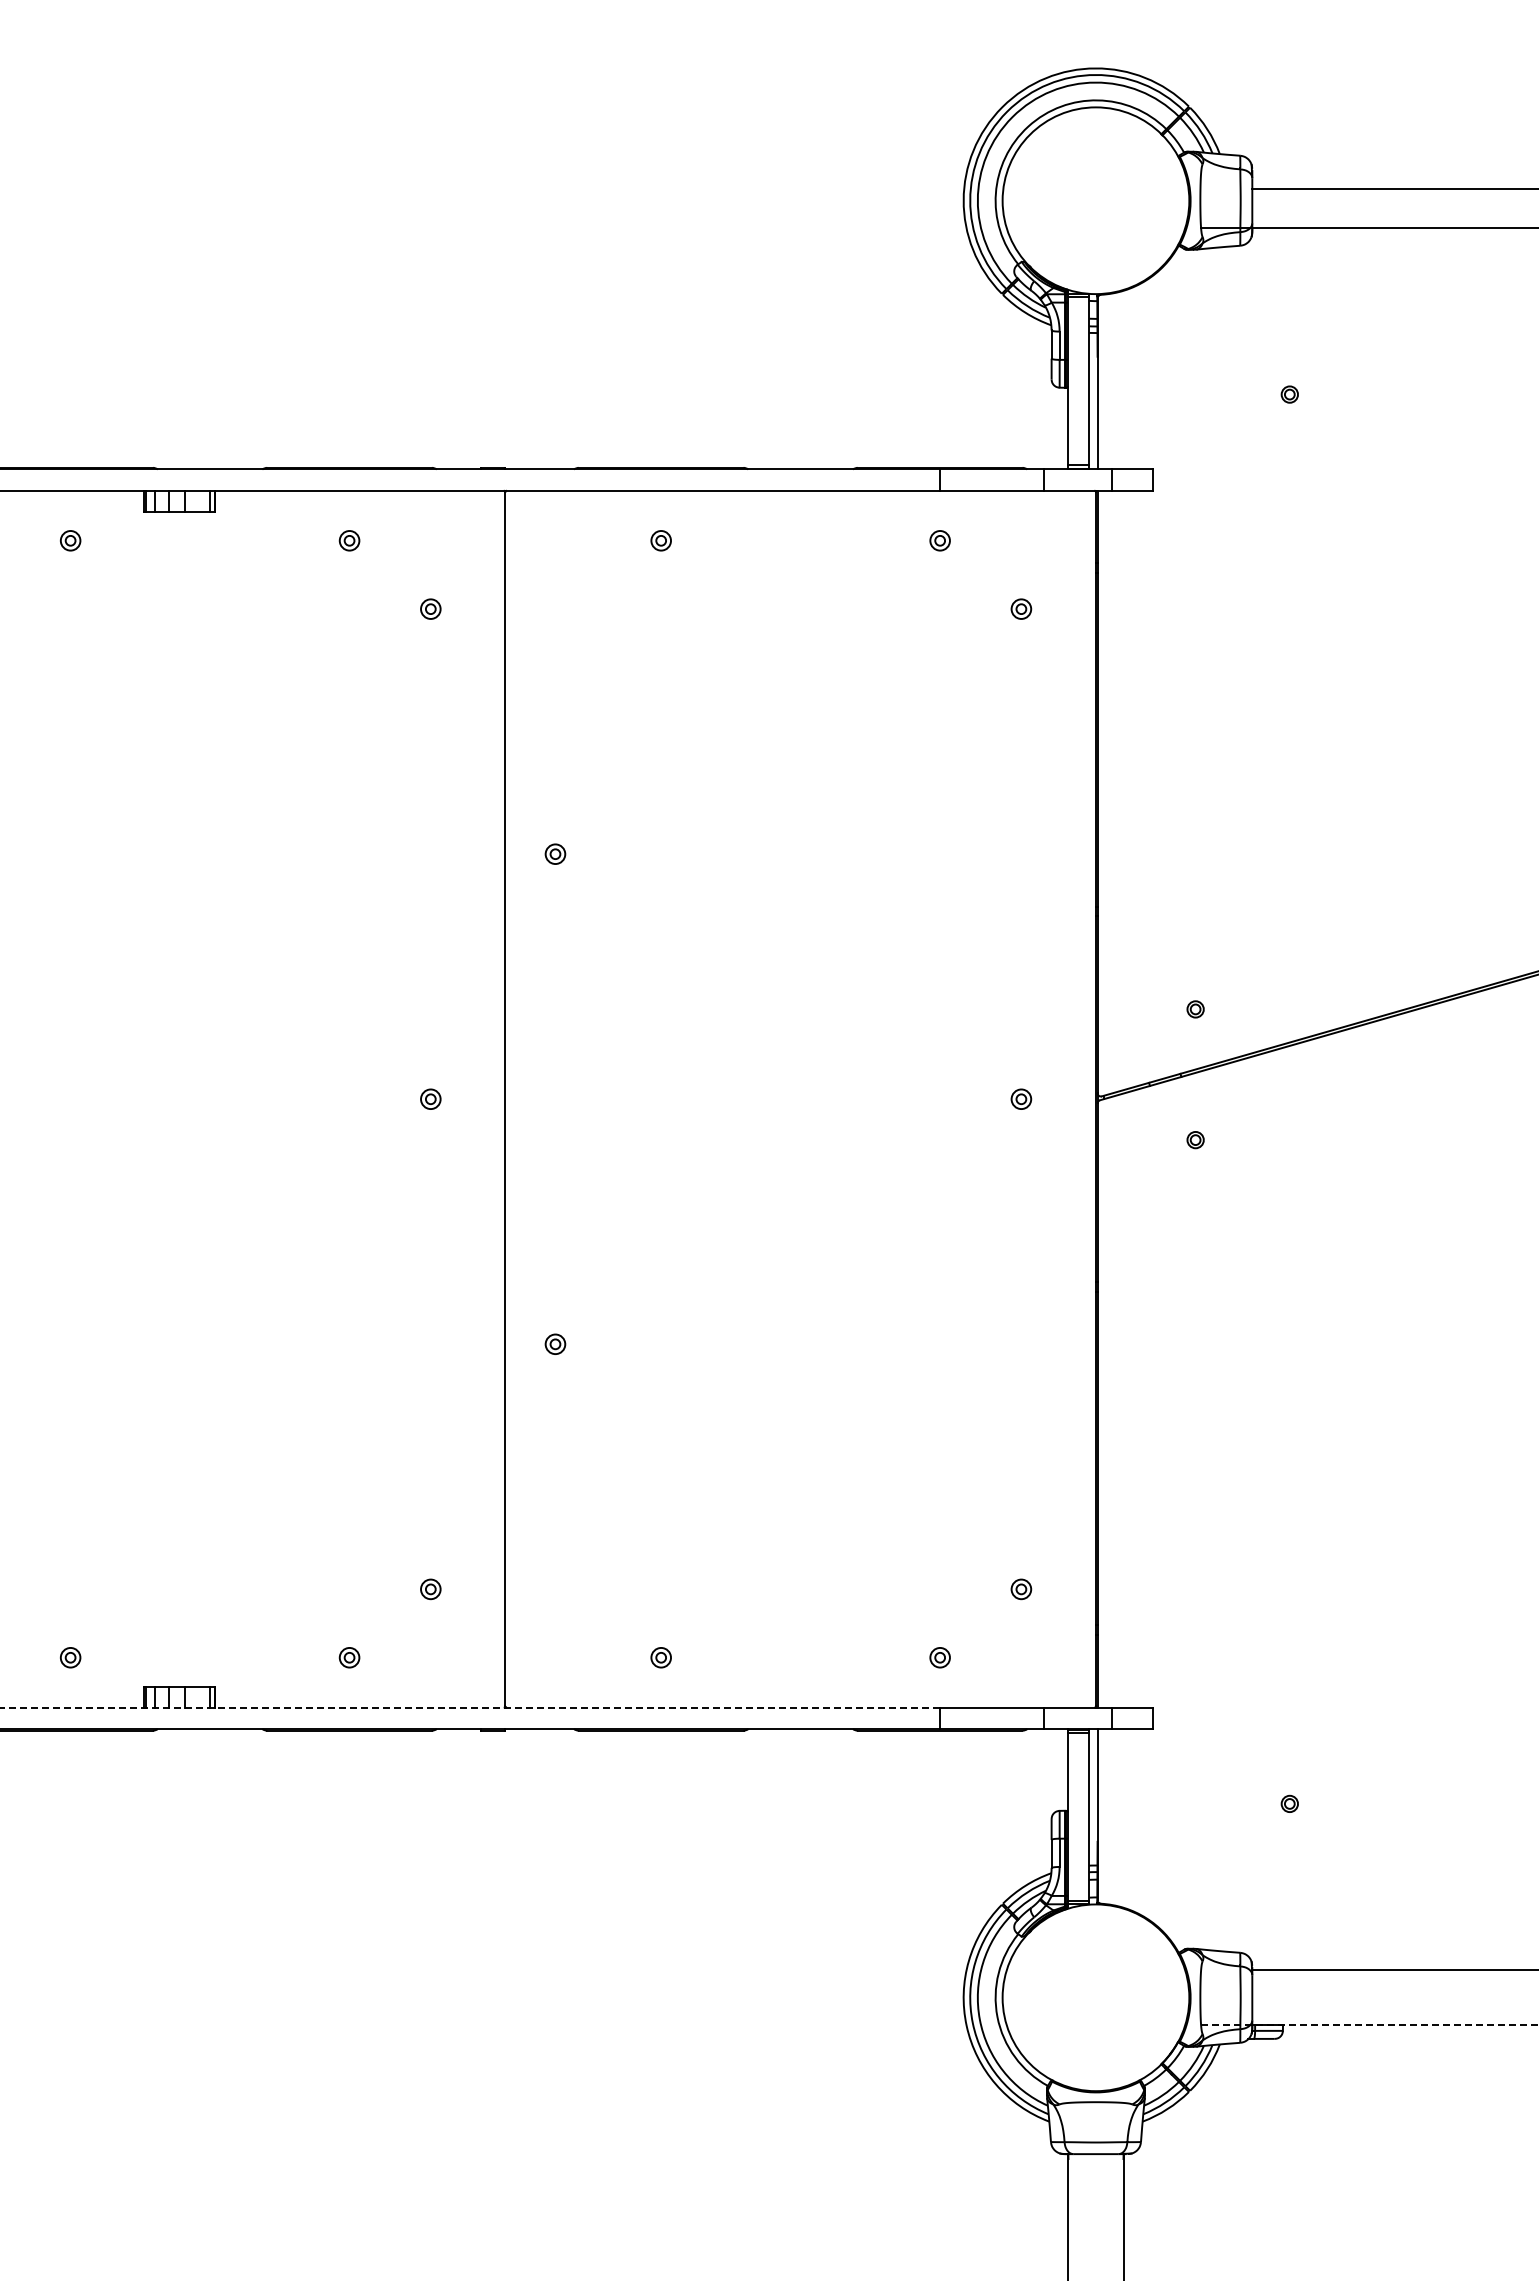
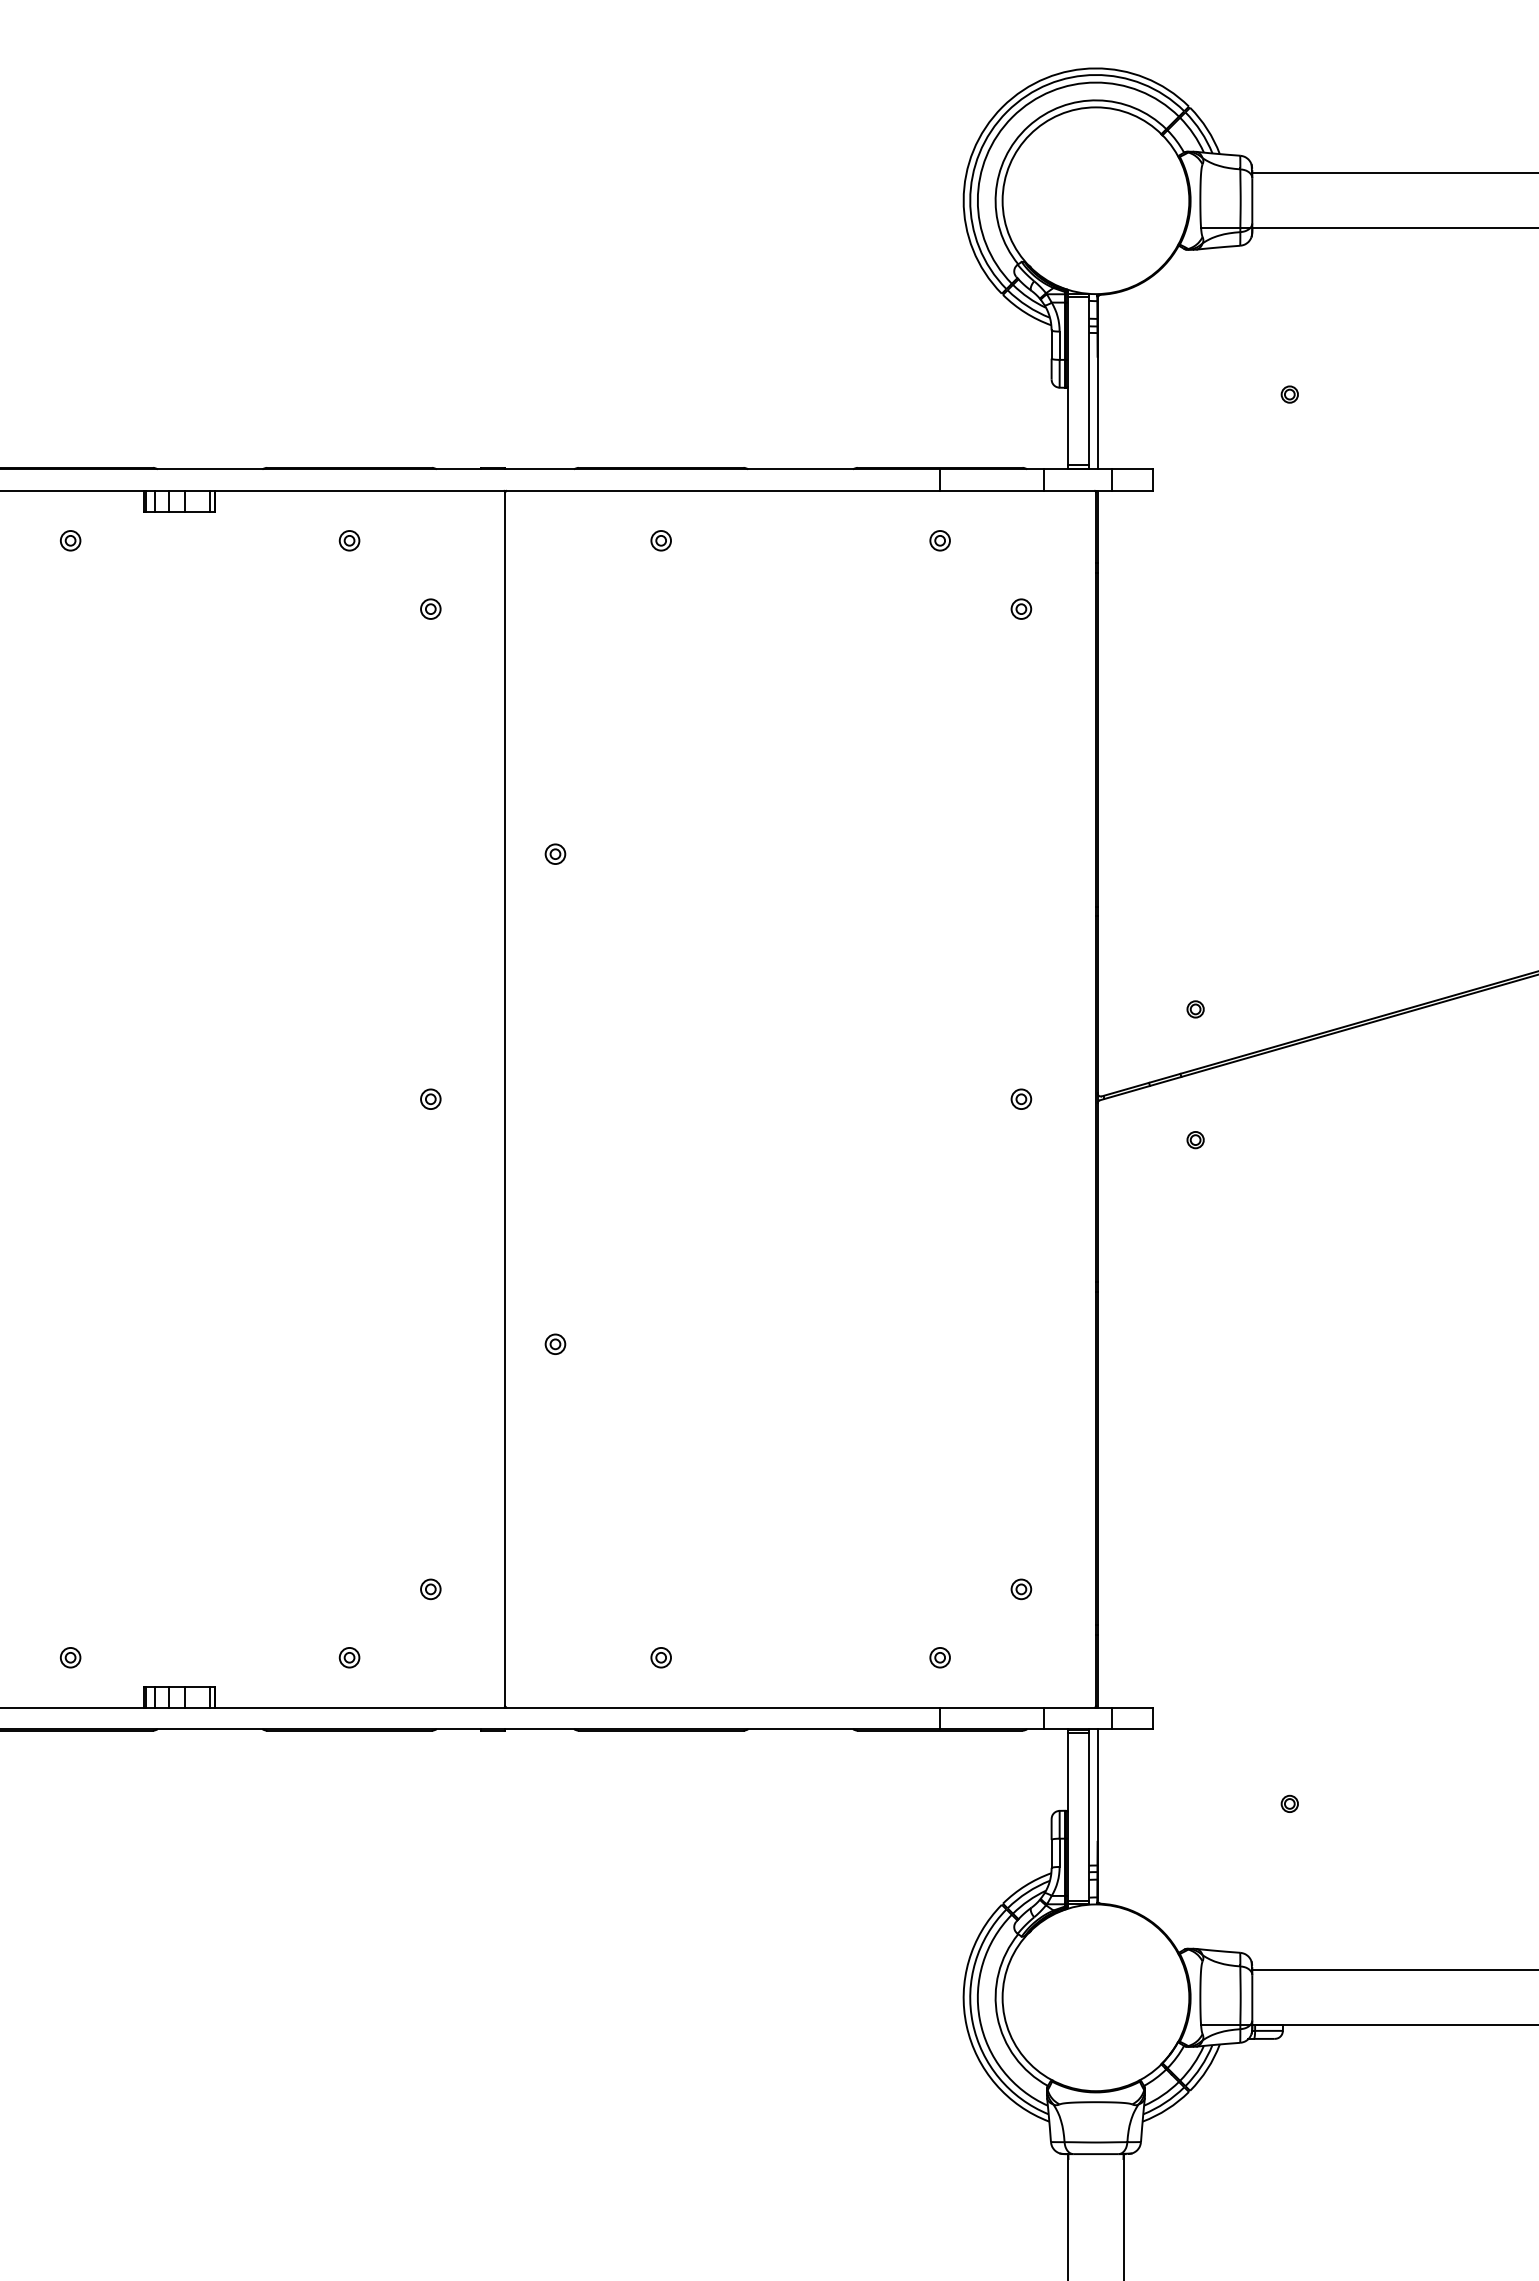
line at (1393, 189) position: (1393, 189) -> (1393, 173)
line at (470, 1707): dashed -> solid
line at (1369, 2025): dashed -> solid
